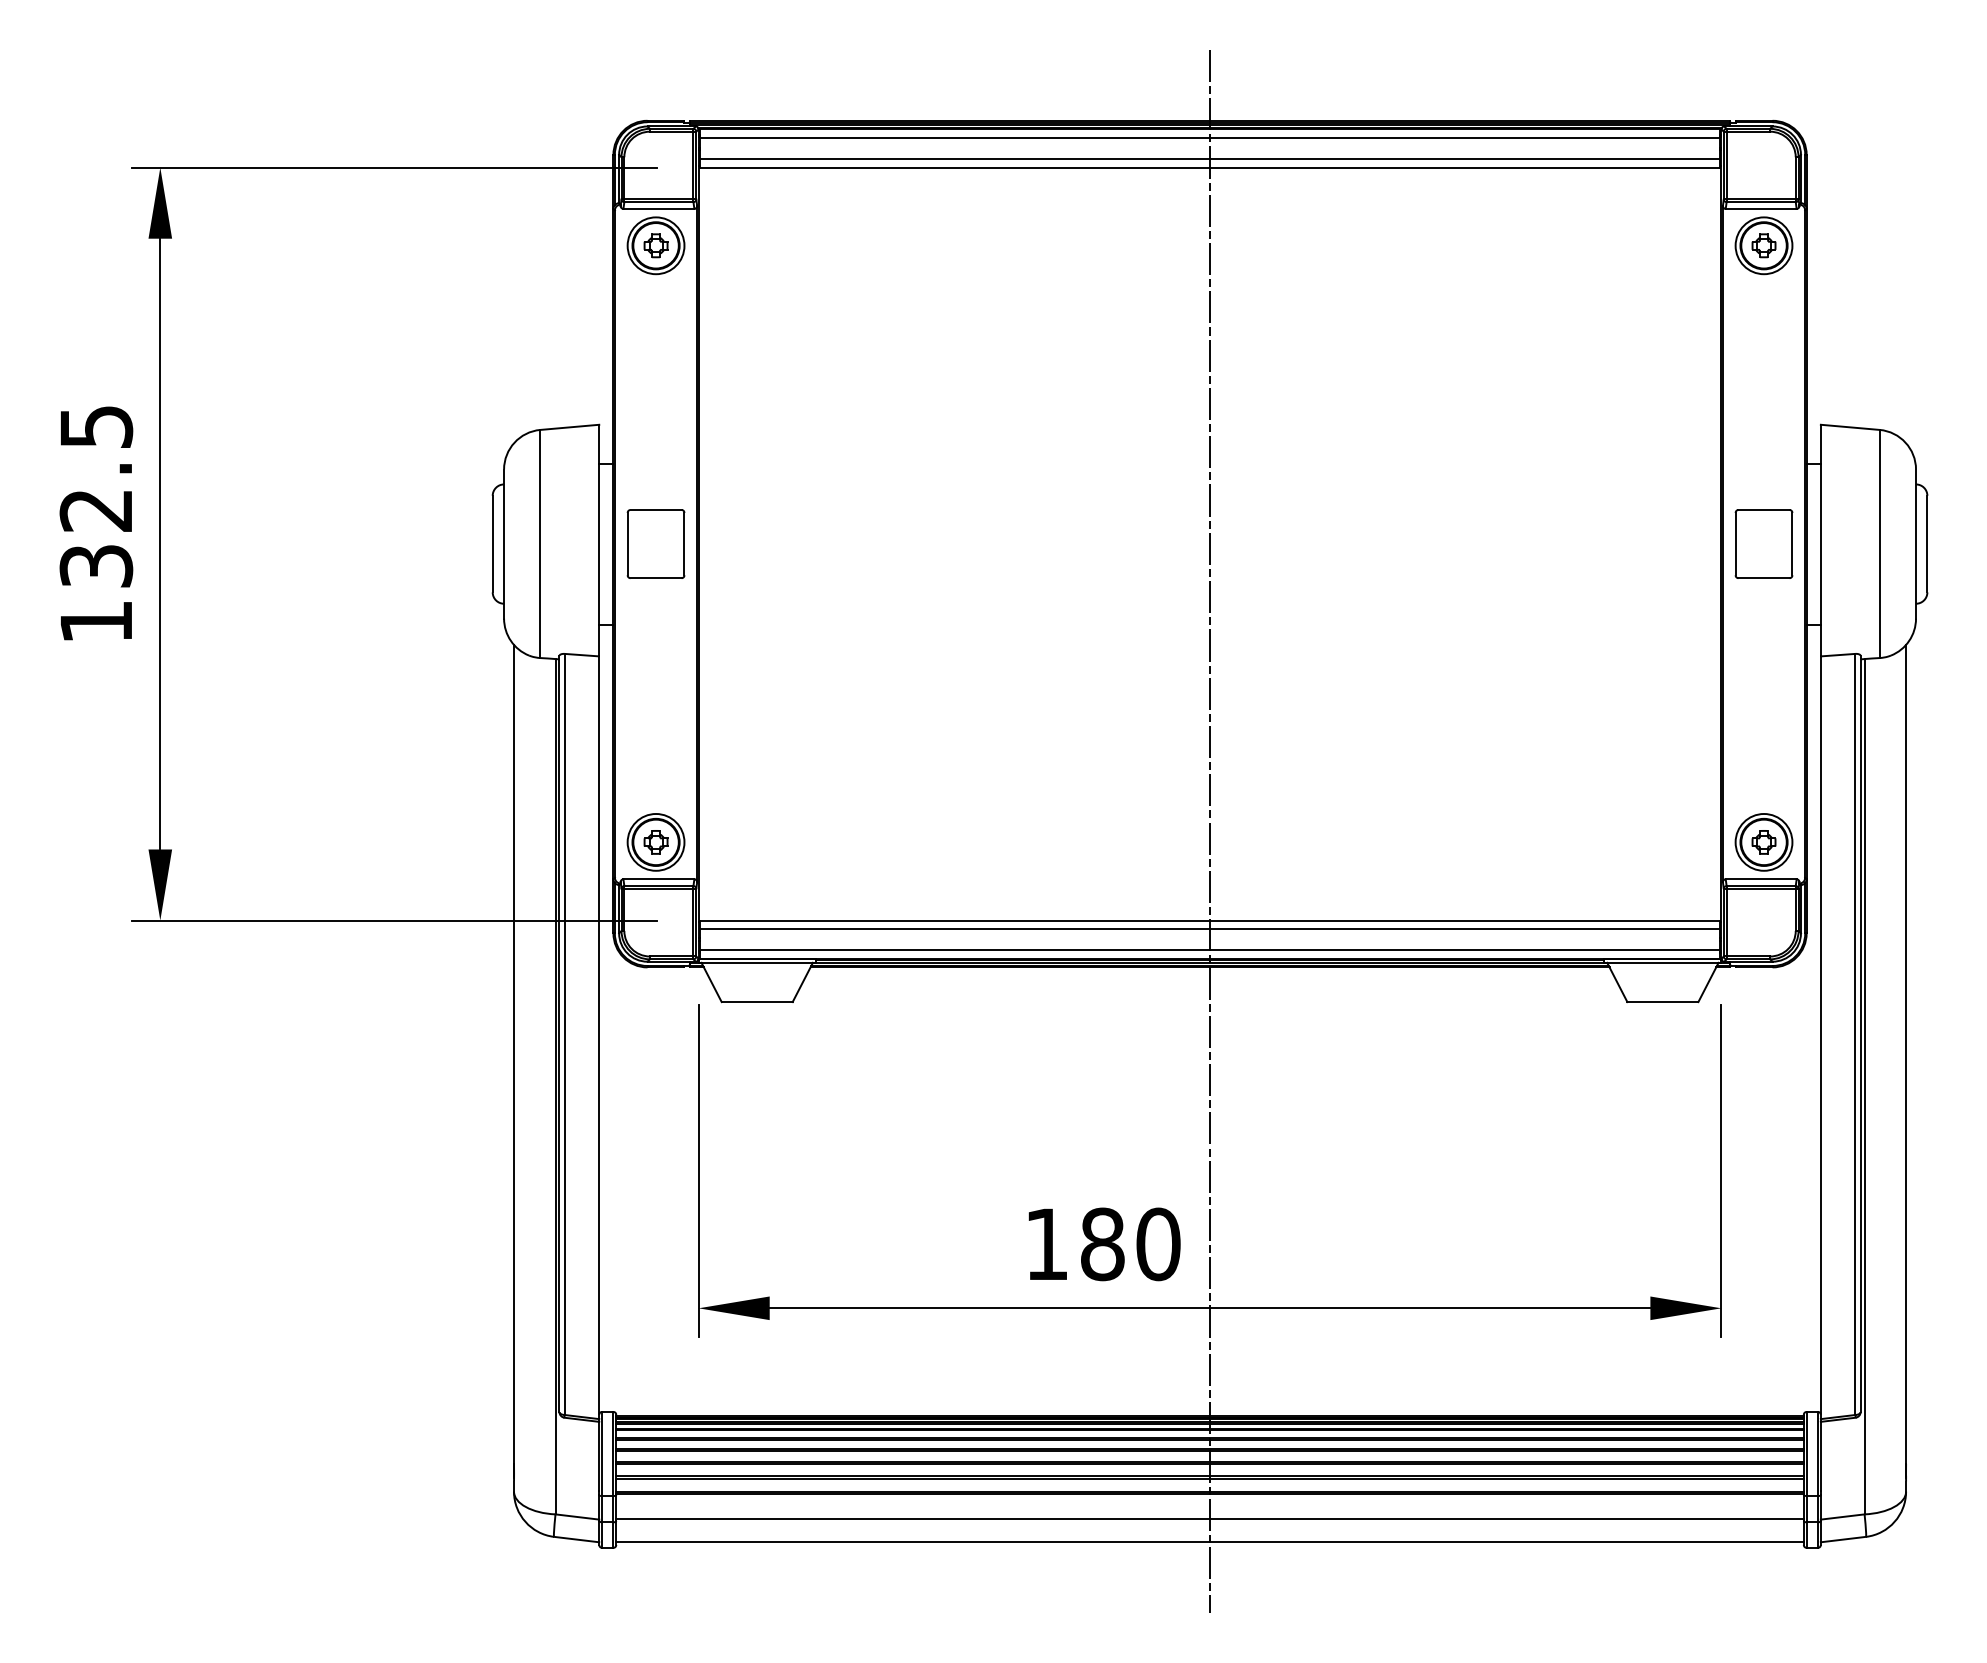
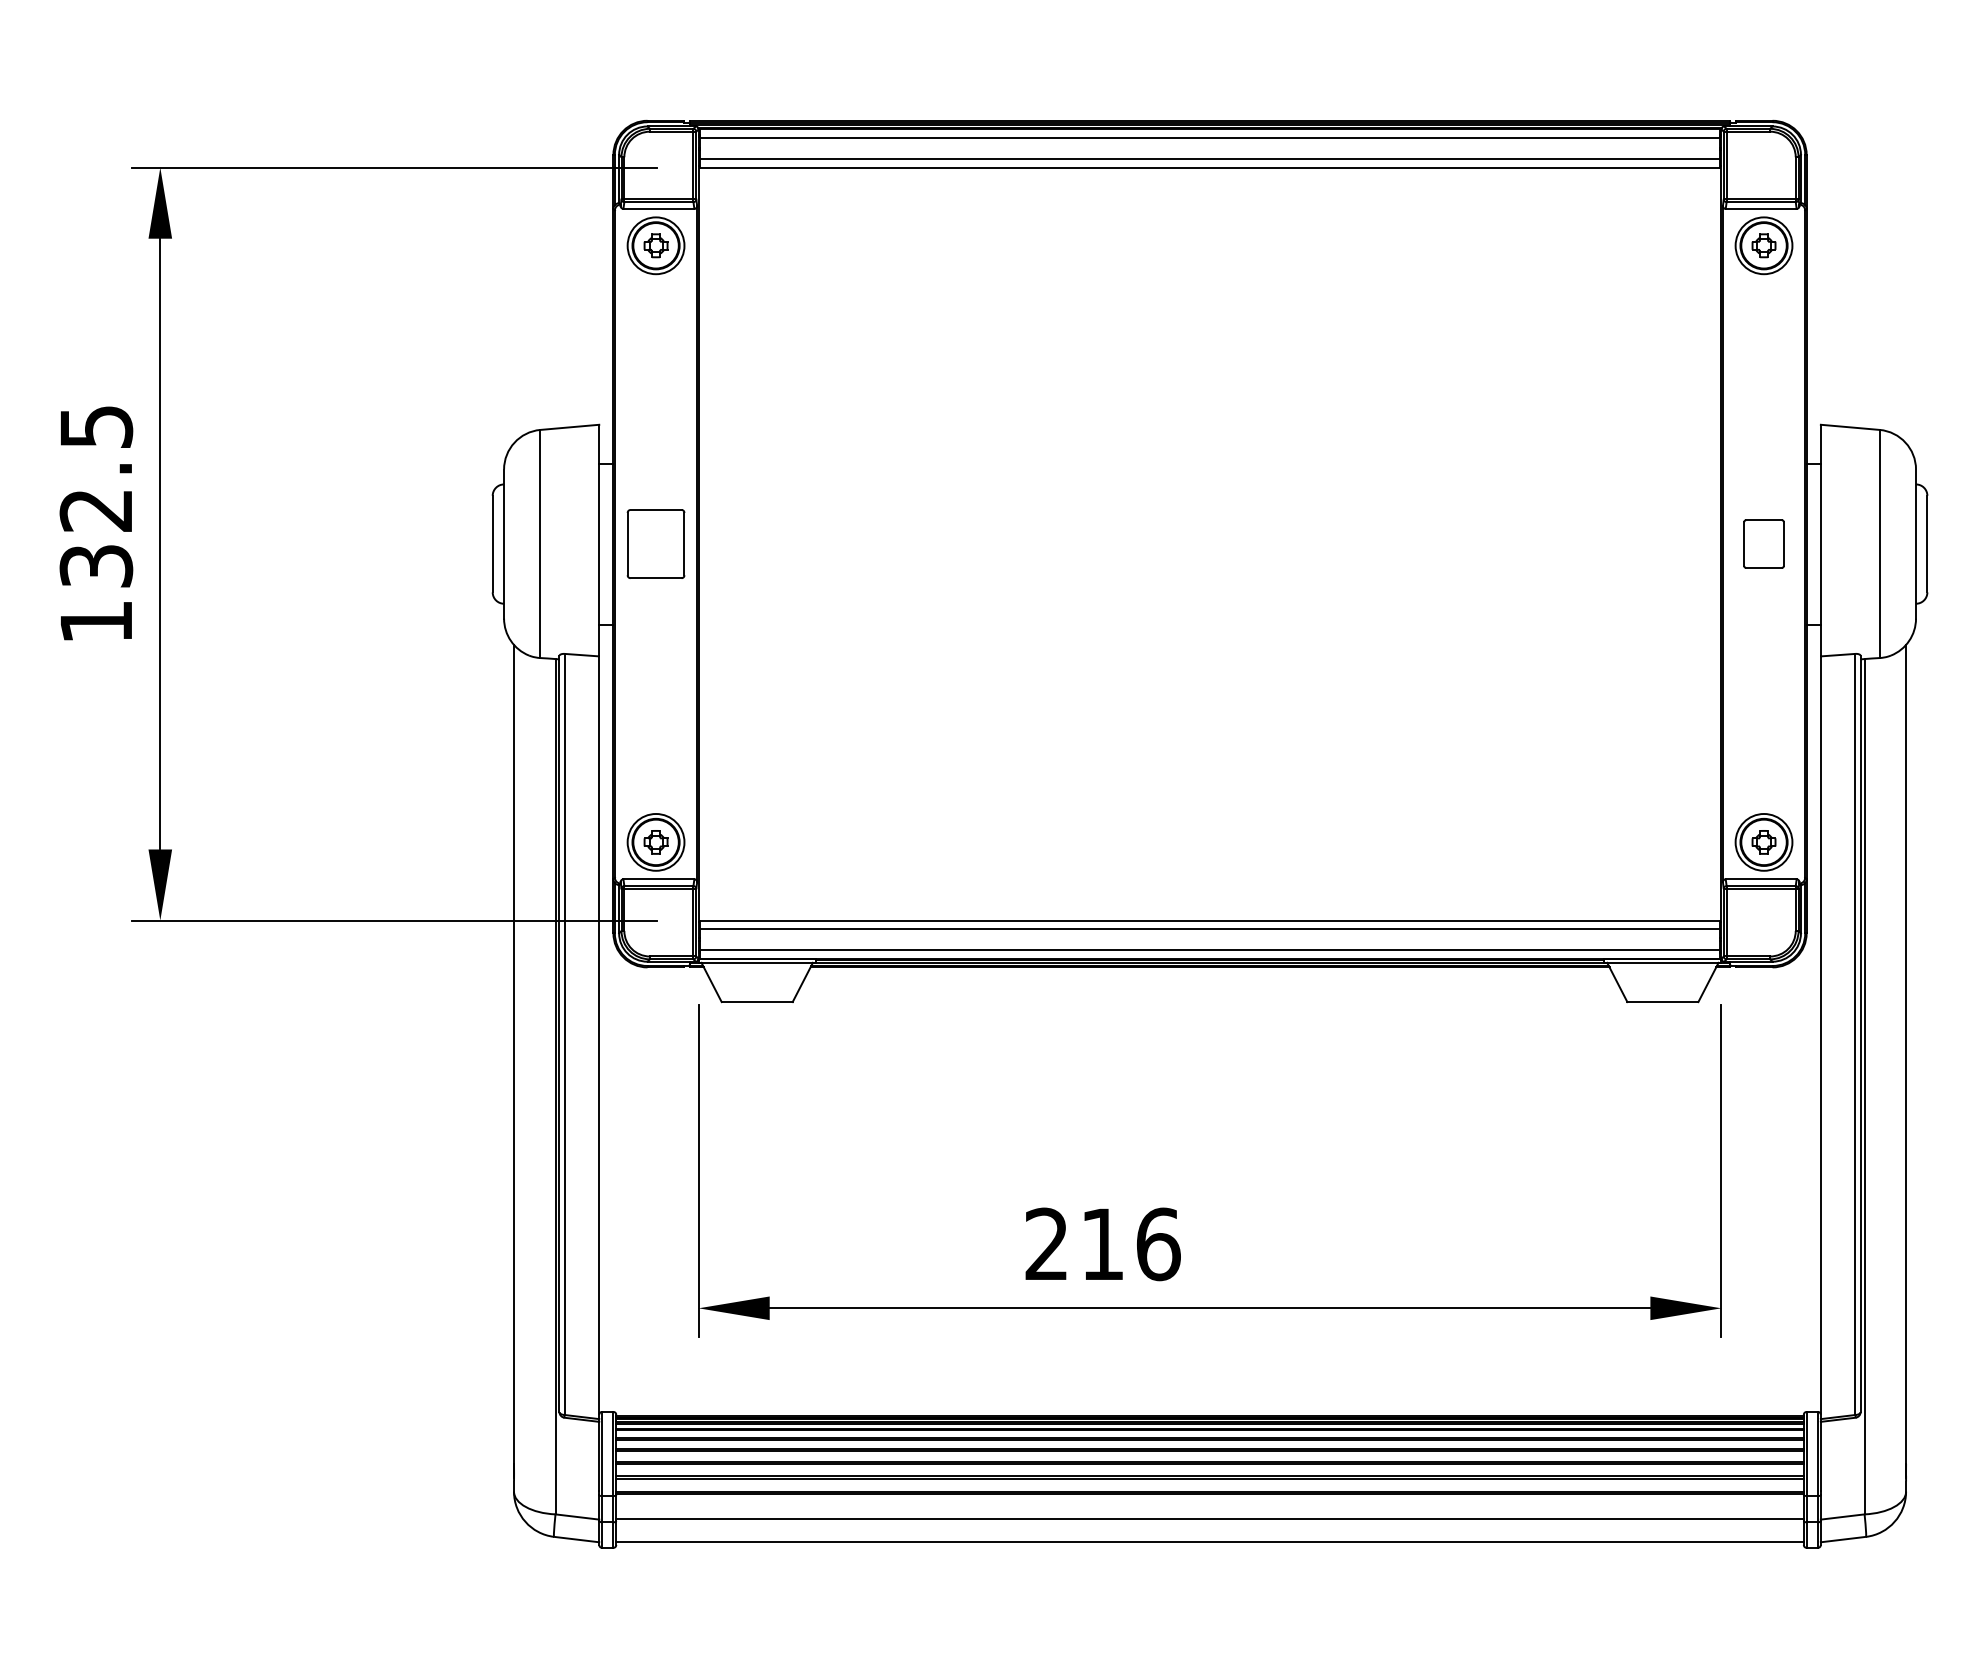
part at (1763, 543) size: 60x70 px -> 42x50 px
line at (1210, 831): present -> none
text at (1102, 1244): 180 -> 216
